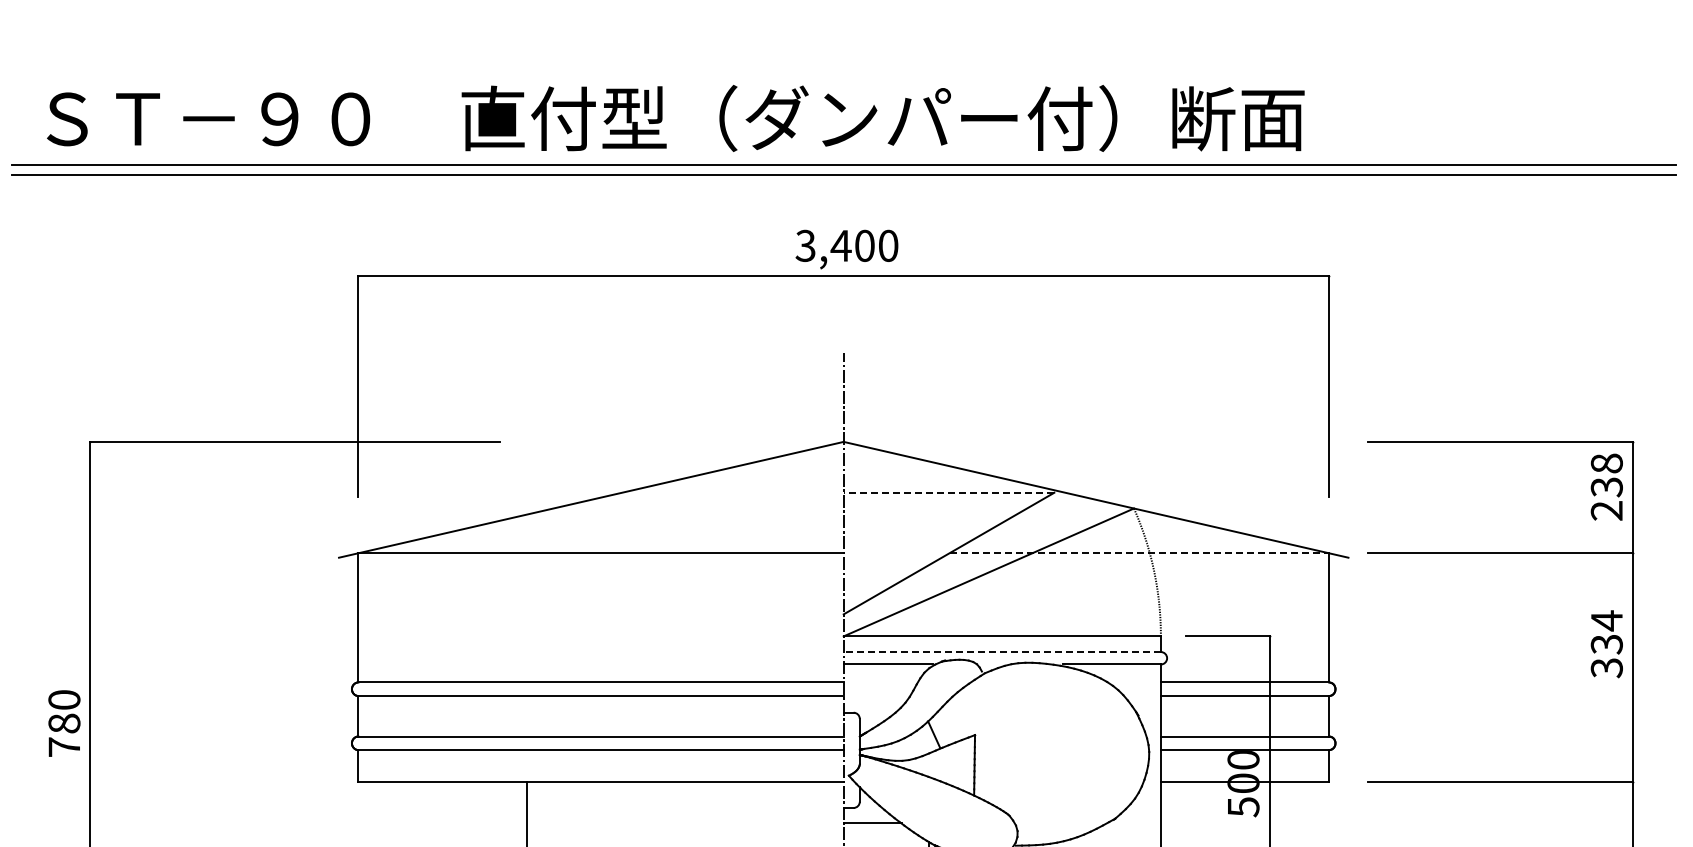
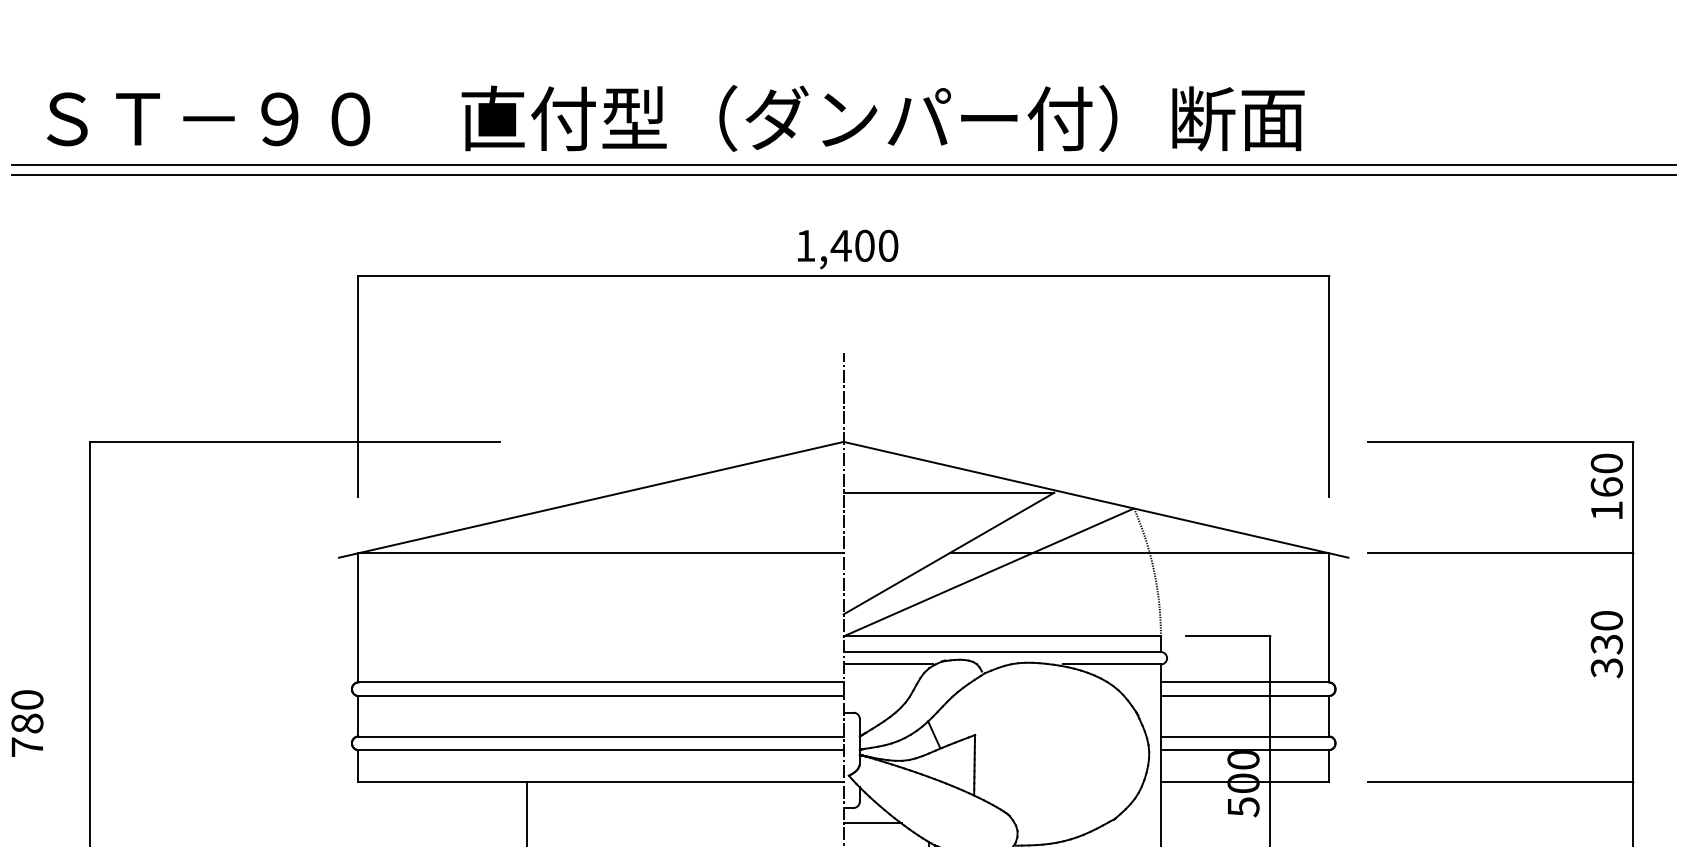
text at (805, 245): 3,400 -> 1,400
text at (1606, 486): 238 -> 160
line at (948, 492): dashed -> solid
line at (1140, 552): dashed -> solid
text at (1606, 620): 334 -> 330
line at (1002, 652): dashed -> solid
text at (64, 723) position: (64, 723) -> (27, 723)
